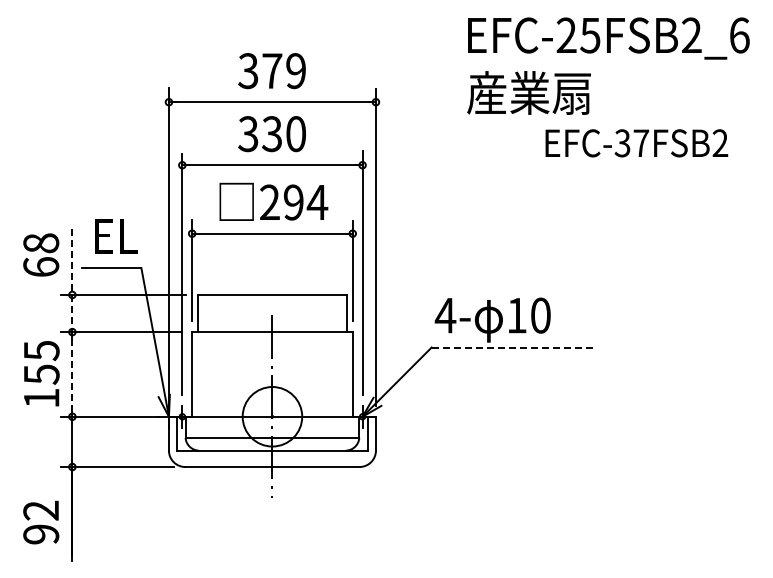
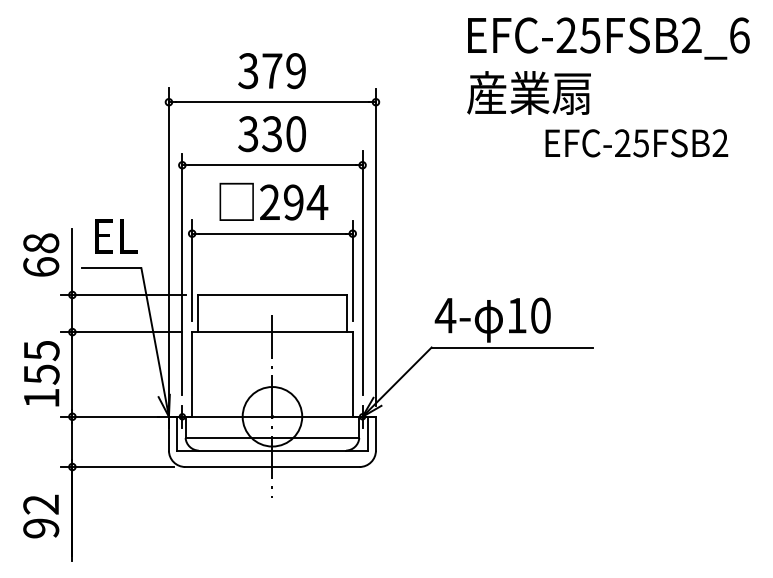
text at (631, 143): EFC-37FSB2 -> EFC-25FSB2
line at (72, 319): dashed -> solid
line at (512, 347): dashed -> solid
text at (41, 522) position: (41, 522) -> (41, 516)
